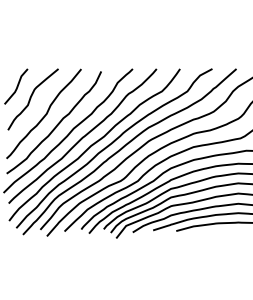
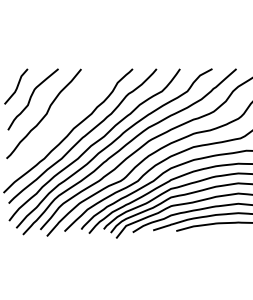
curve at (56, 124): present -> none
